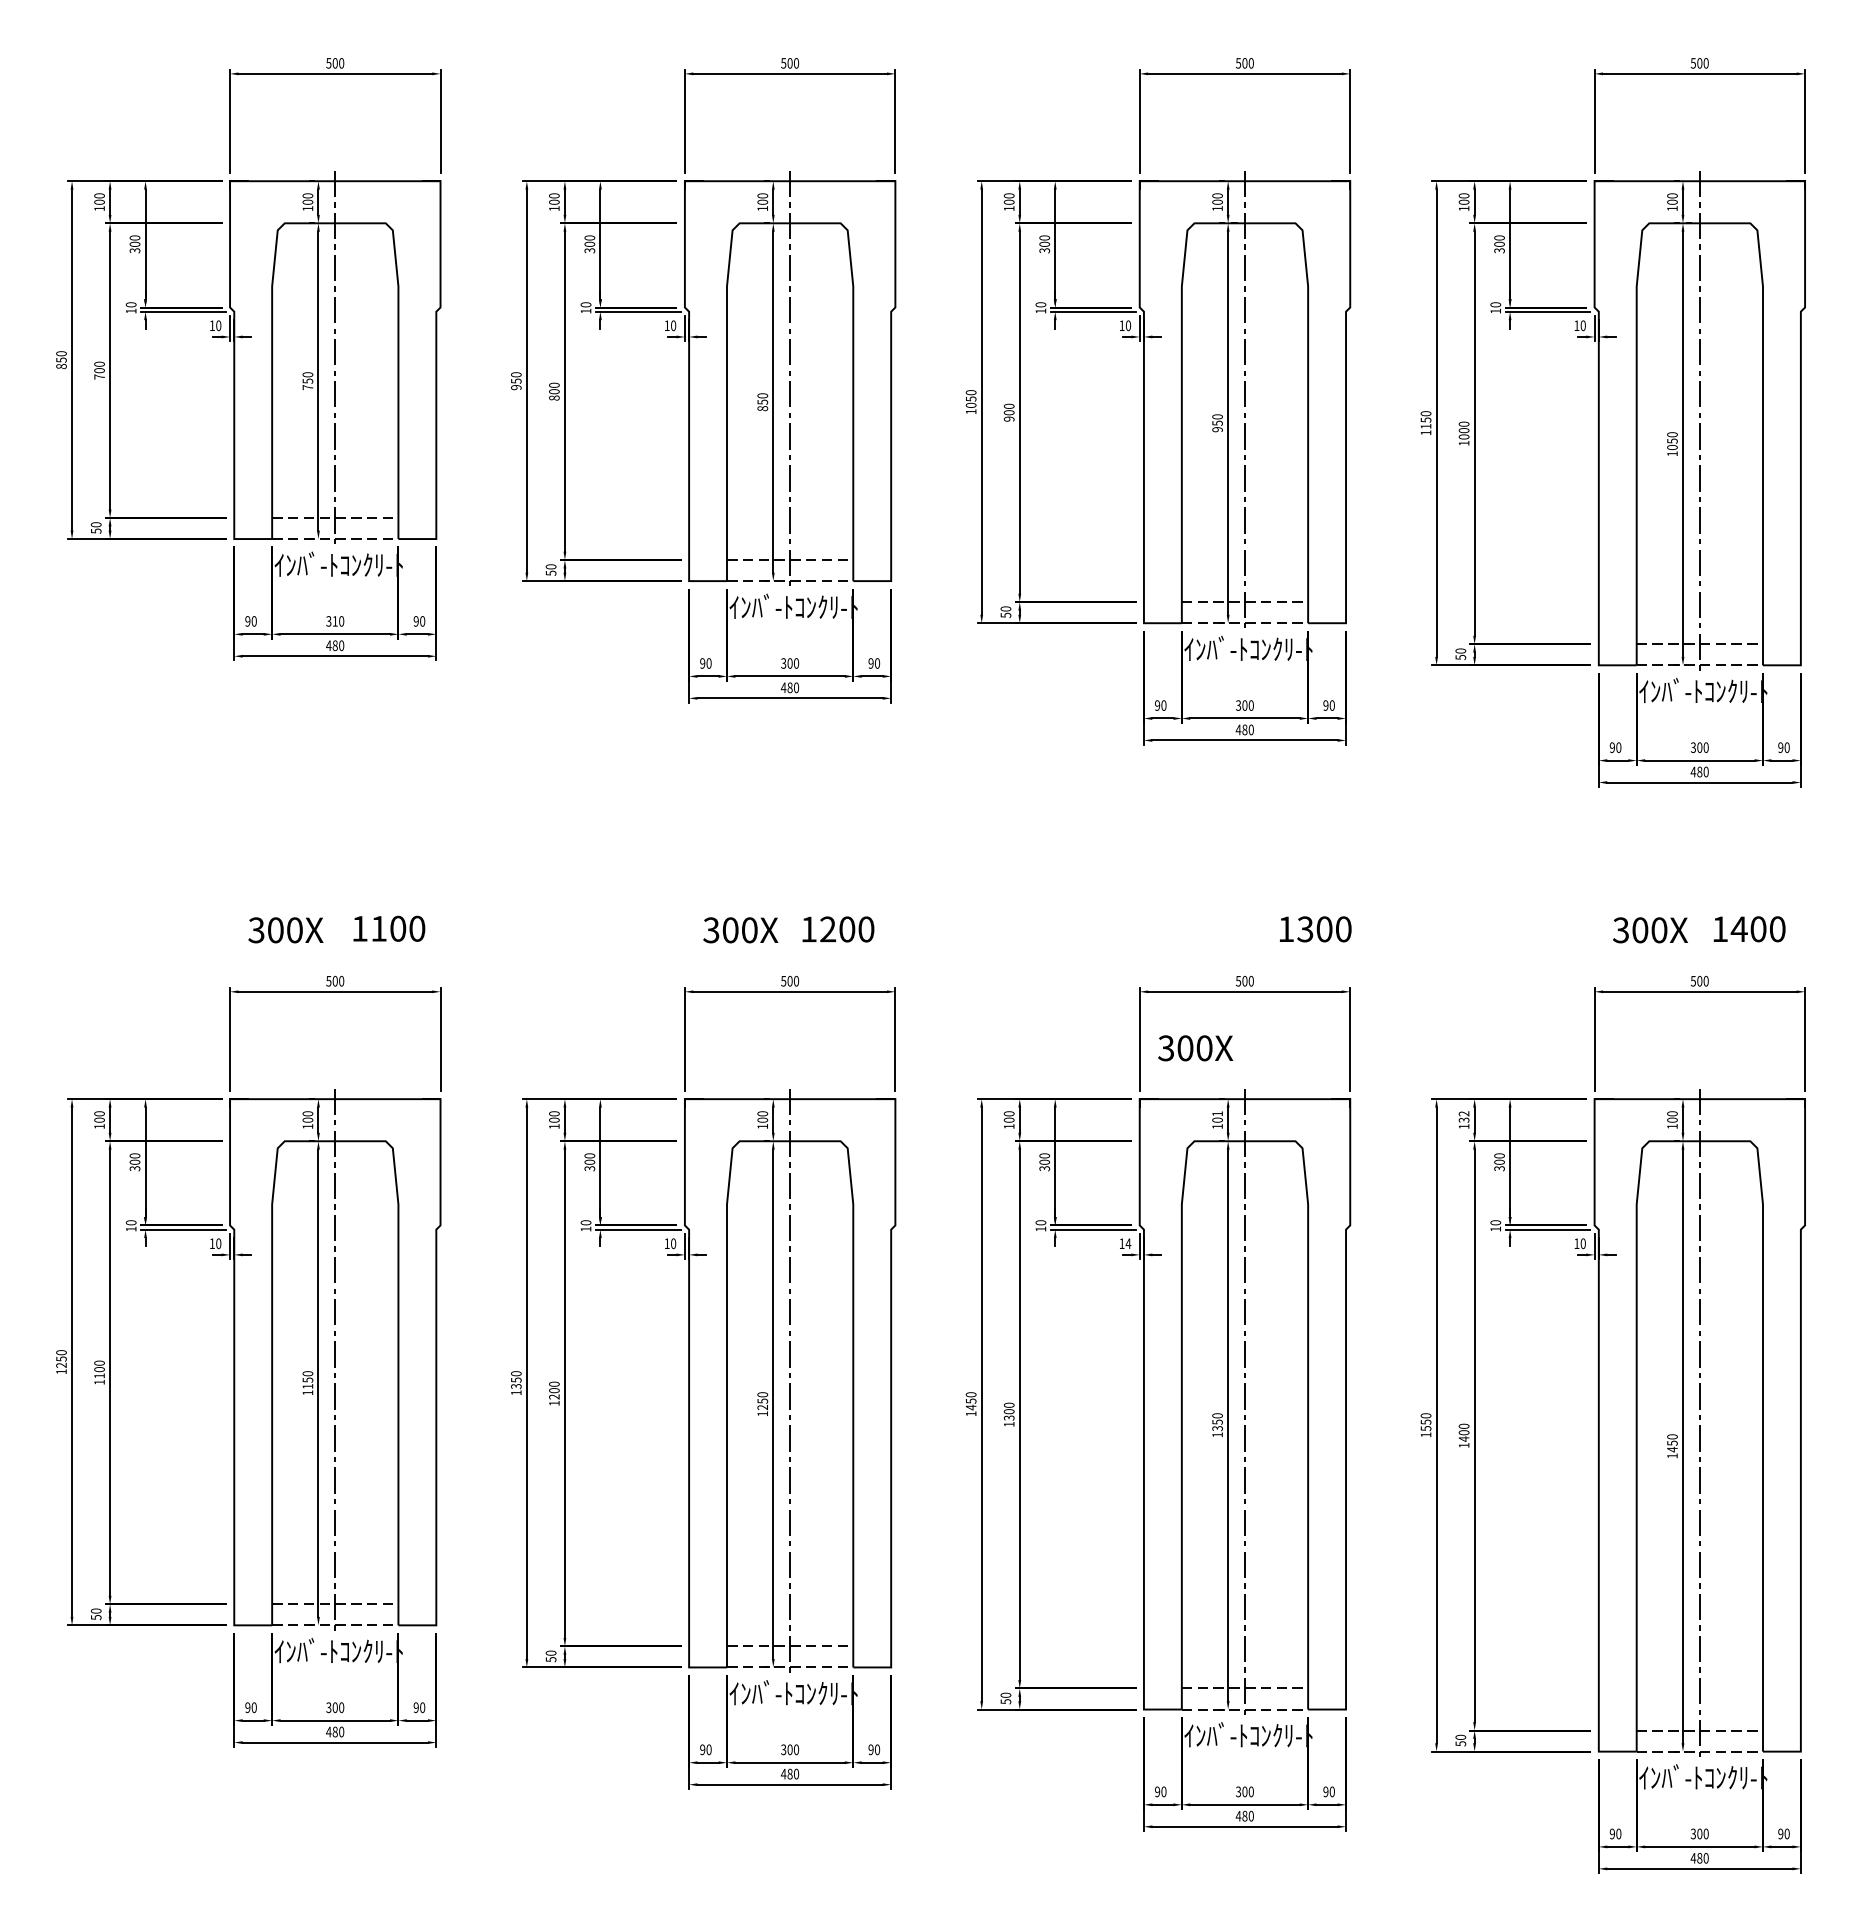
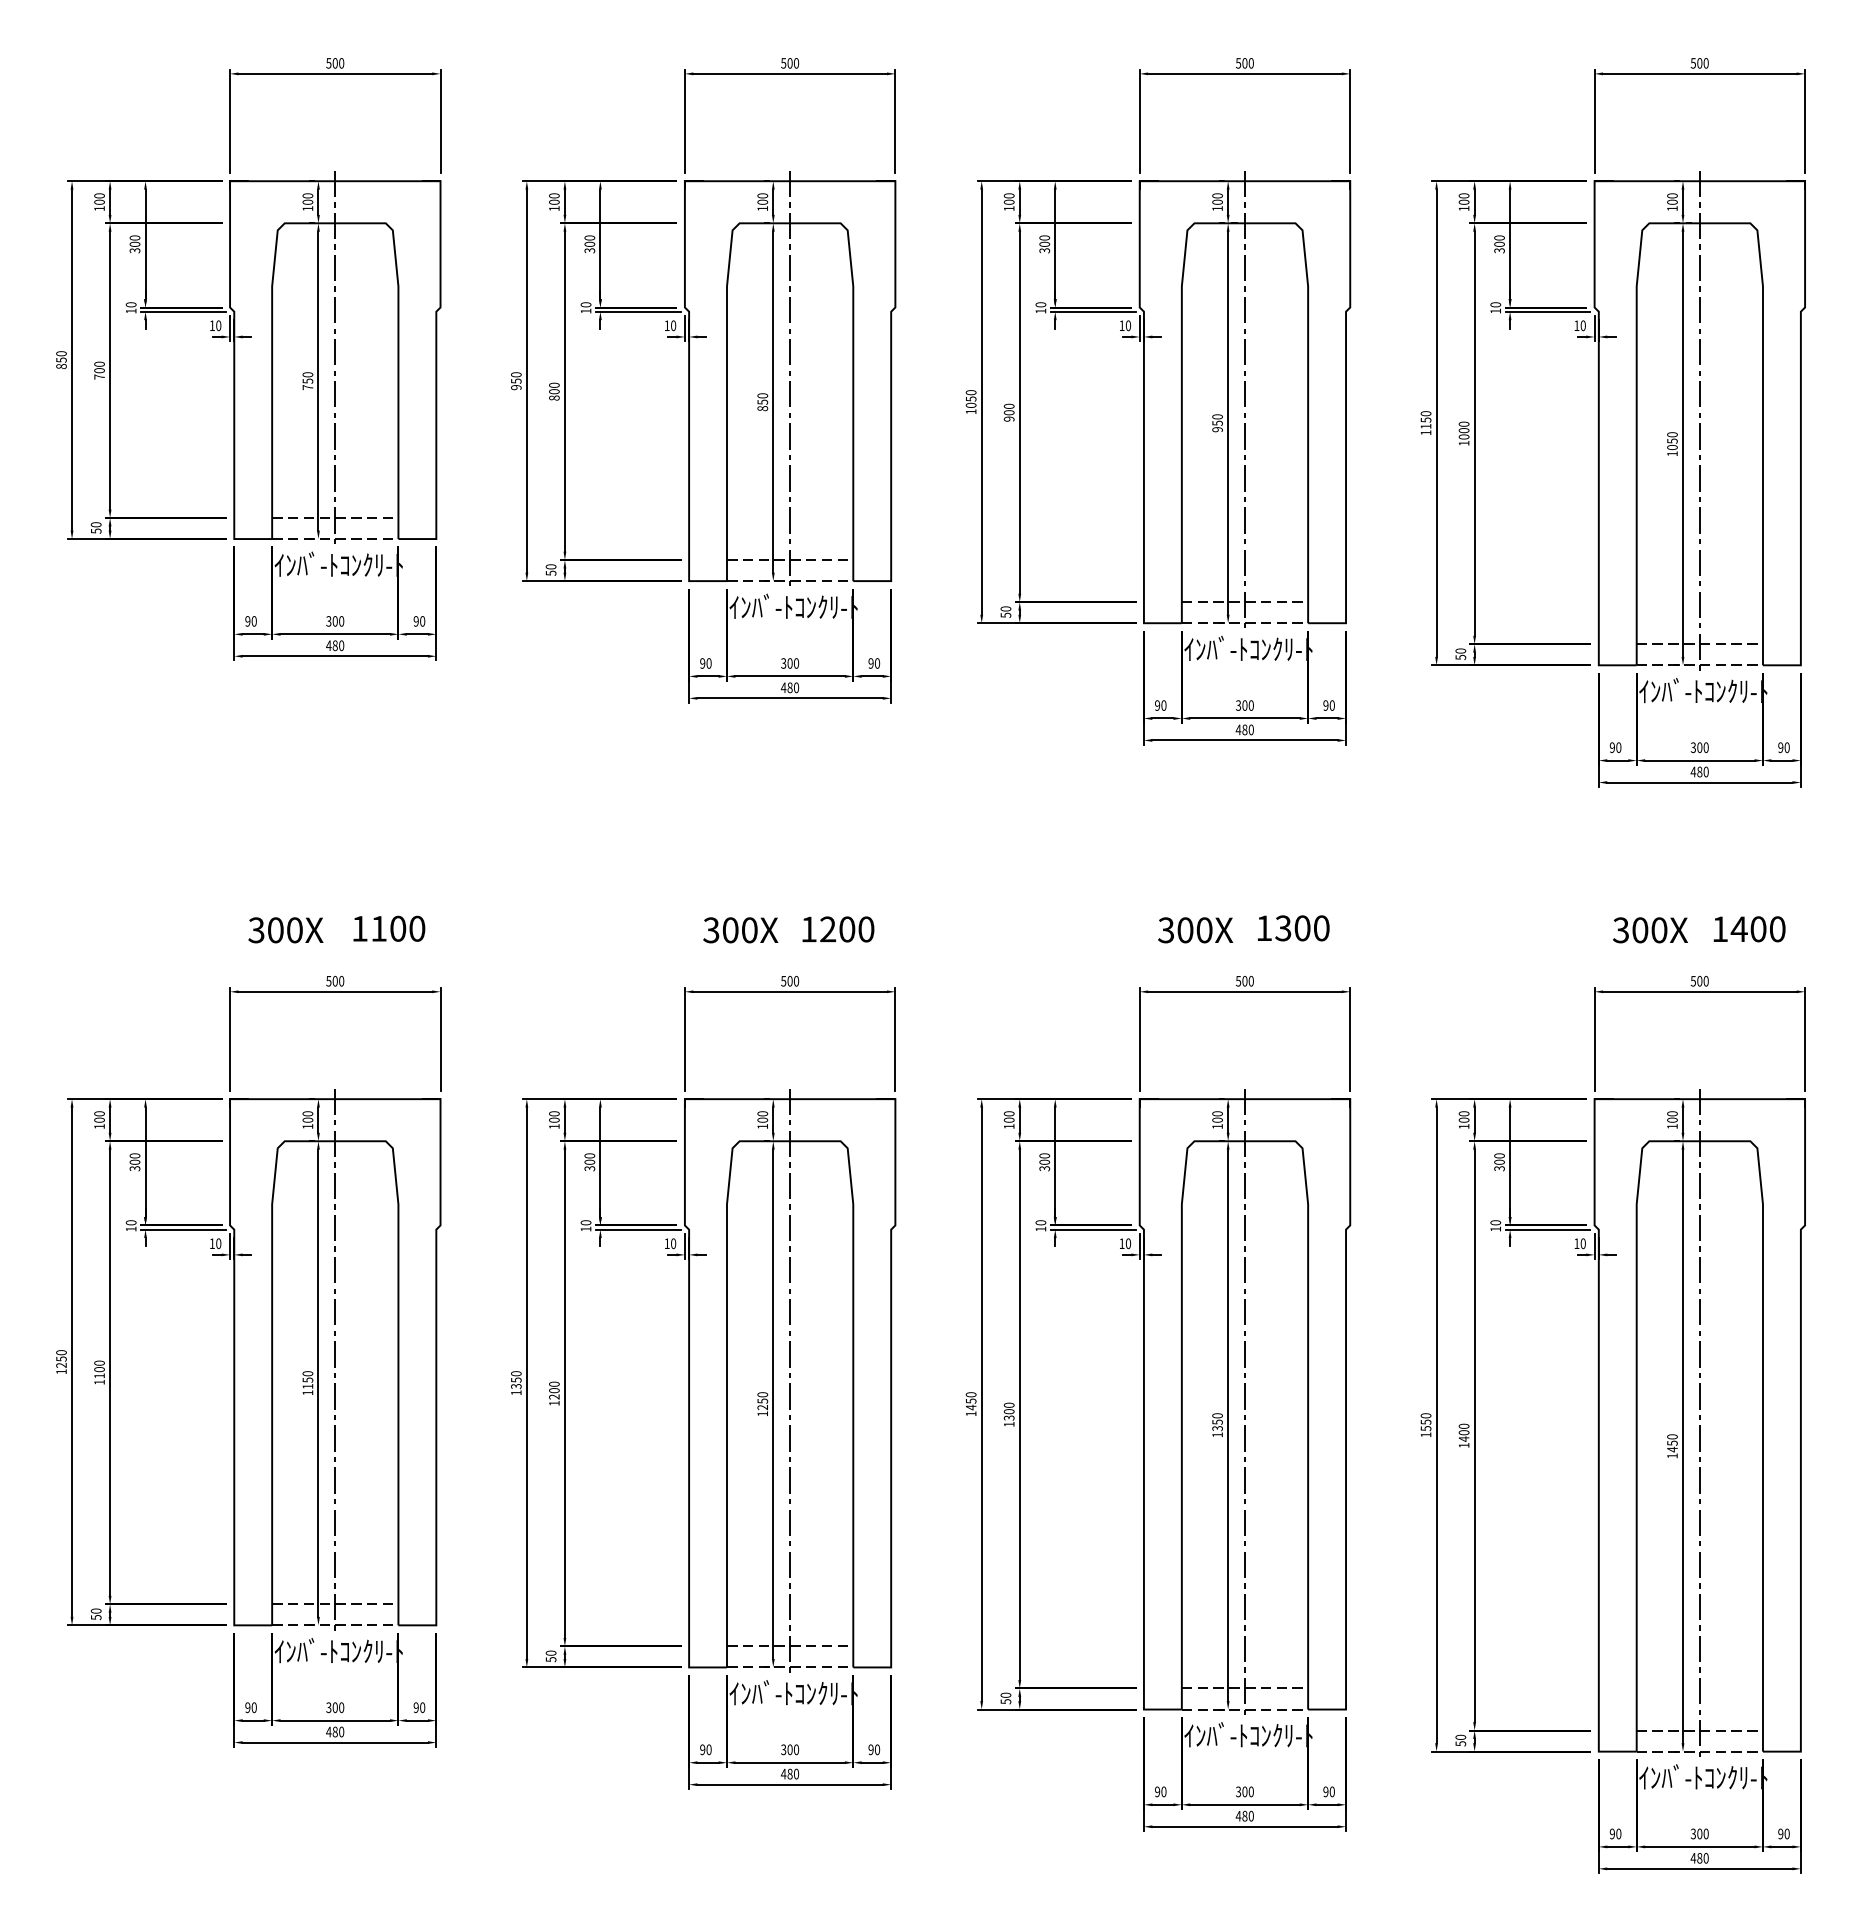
text at (334, 621): 310 -> 300
text at (1315, 929) position: (1315, 929) -> (1293, 928)
text at (1195, 1048) position: (1195, 1048) -> (1195, 930)
text at (1217, 1113): 101 -> 100
text at (1463, 1116): 132 -> 100
text at (1128, 1243): 14 -> 10
